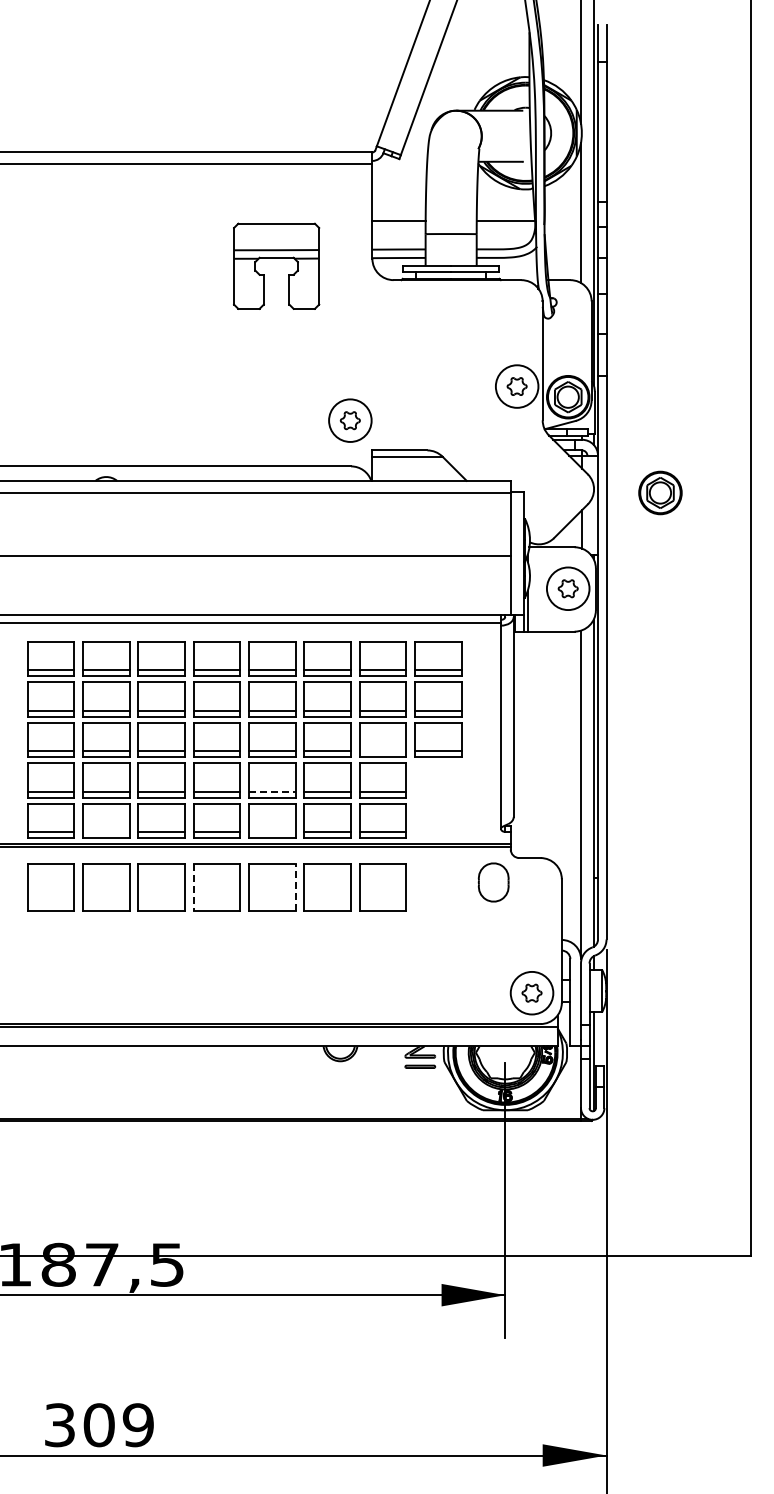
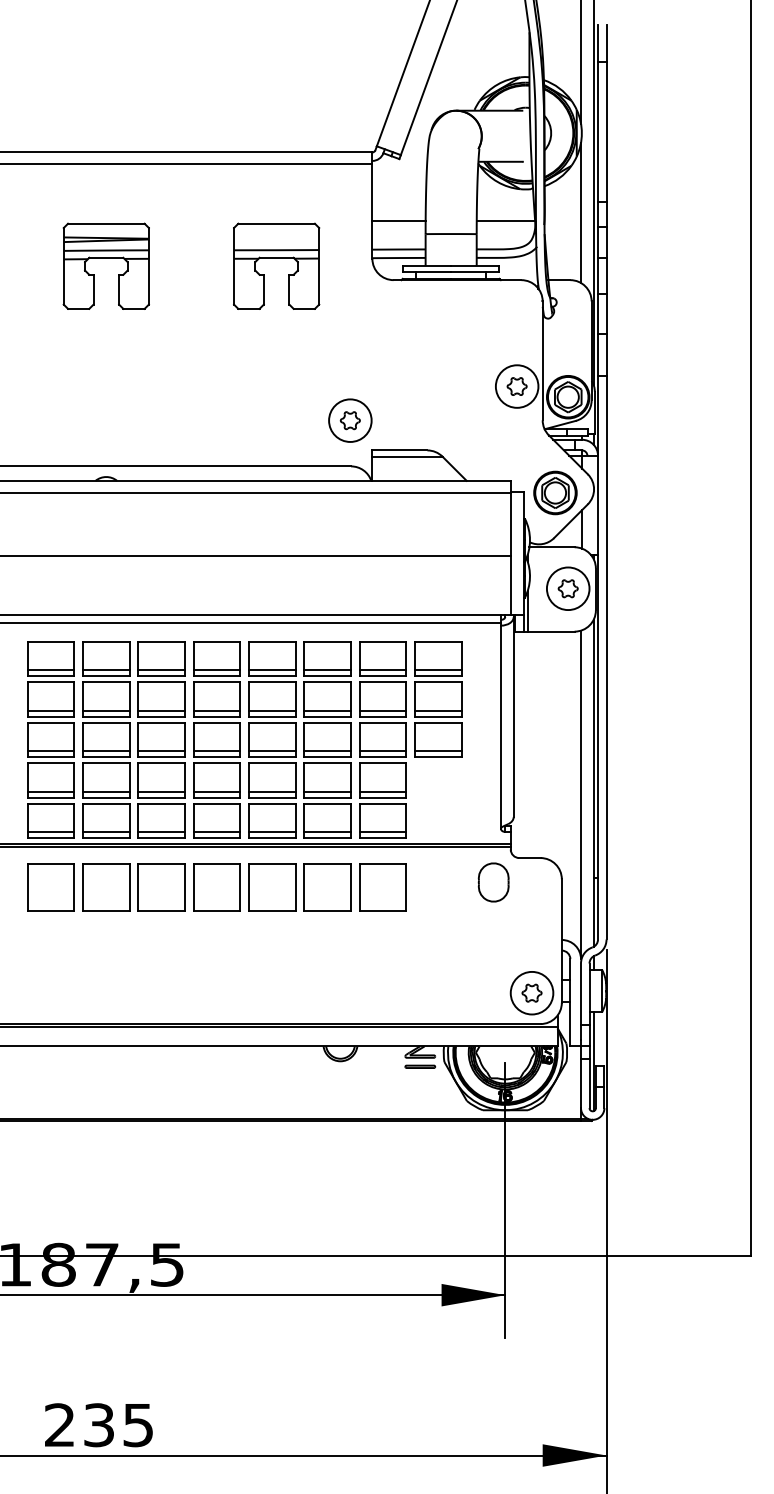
part at (105, 258): none -> present
part at (660, 492) position: (660, 492) -> (555, 492)
line at (382, 751): none -> present
line at (272, 791): dashed -> solid
line at (105, 832): none -> present
line at (271, 832): none -> present
line at (295, 887): dashed -> solid
line at (193, 888): dashed -> solid
text at (99, 1425): 309 -> 235
